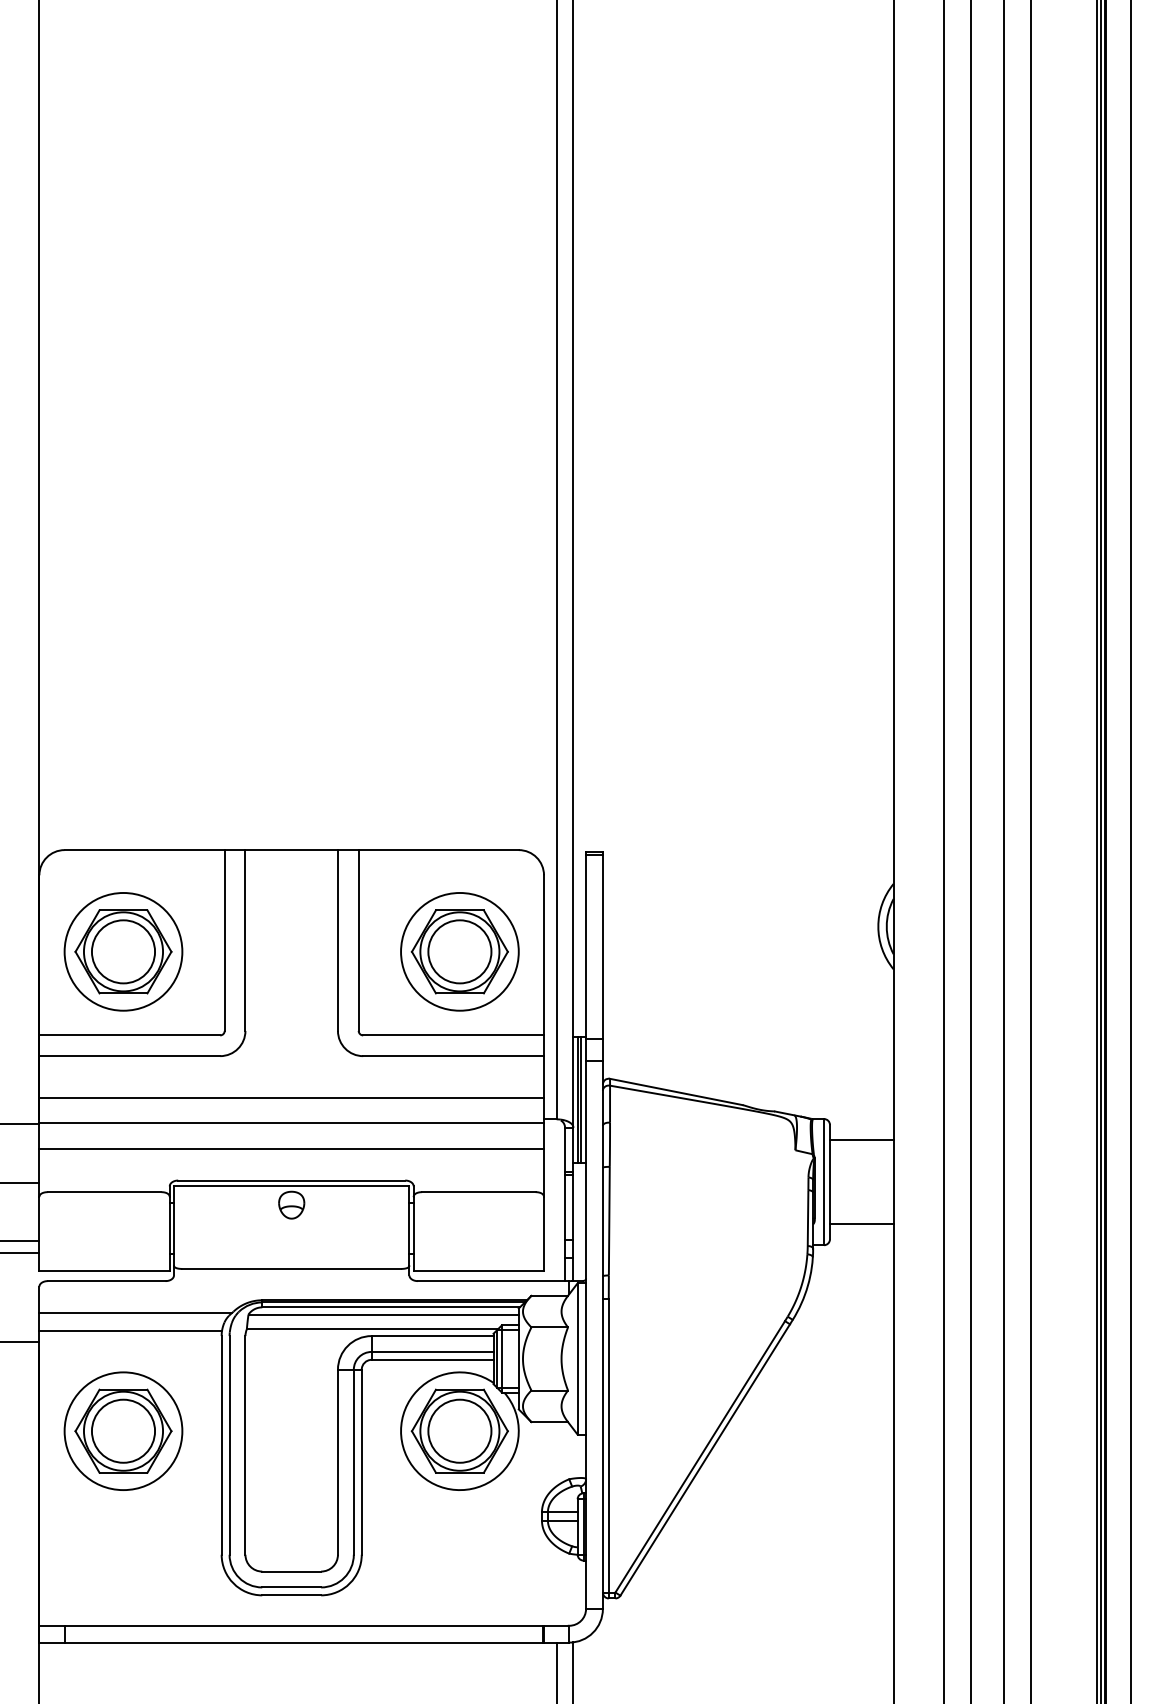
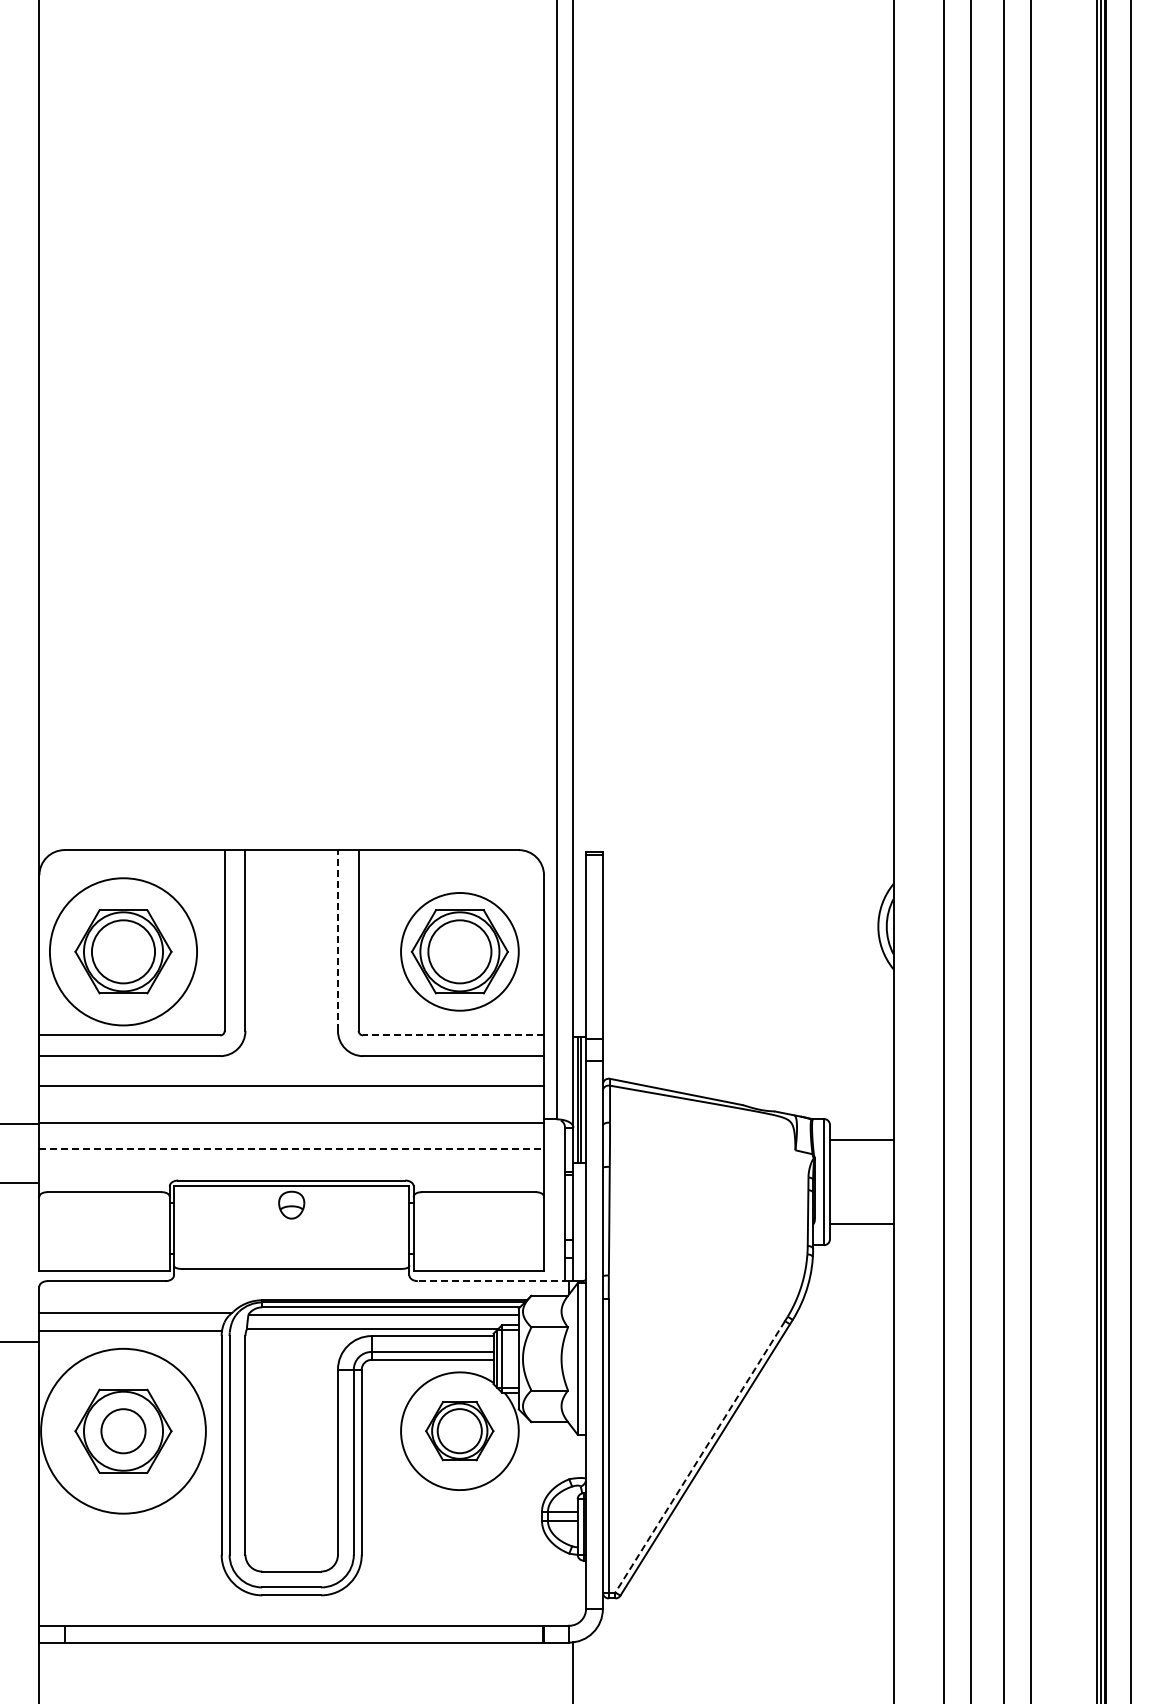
line at (337, 940): solid -> dashed
circle at (123, 951) diameter: 118 px -> 147 px
line at (453, 1035): solid -> dashed
line at (291, 1098) position: (291, 1098) -> (291, 1086)
line at (292, 1149): solid -> dashed
line at (20, 1240): present -> none
line at (20, 1252): present -> none
line at (493, 1281): solid -> dashed
circle at (123, 1430) diameter: 63 px -> 44 px
part at (459, 1430) size: 99x86 px -> 70x61 px
circle at (123, 1431) diameter: 118 px -> 165 px
line at (699, 1457): solid -> dashed
line at (556, 1671): present -> none
